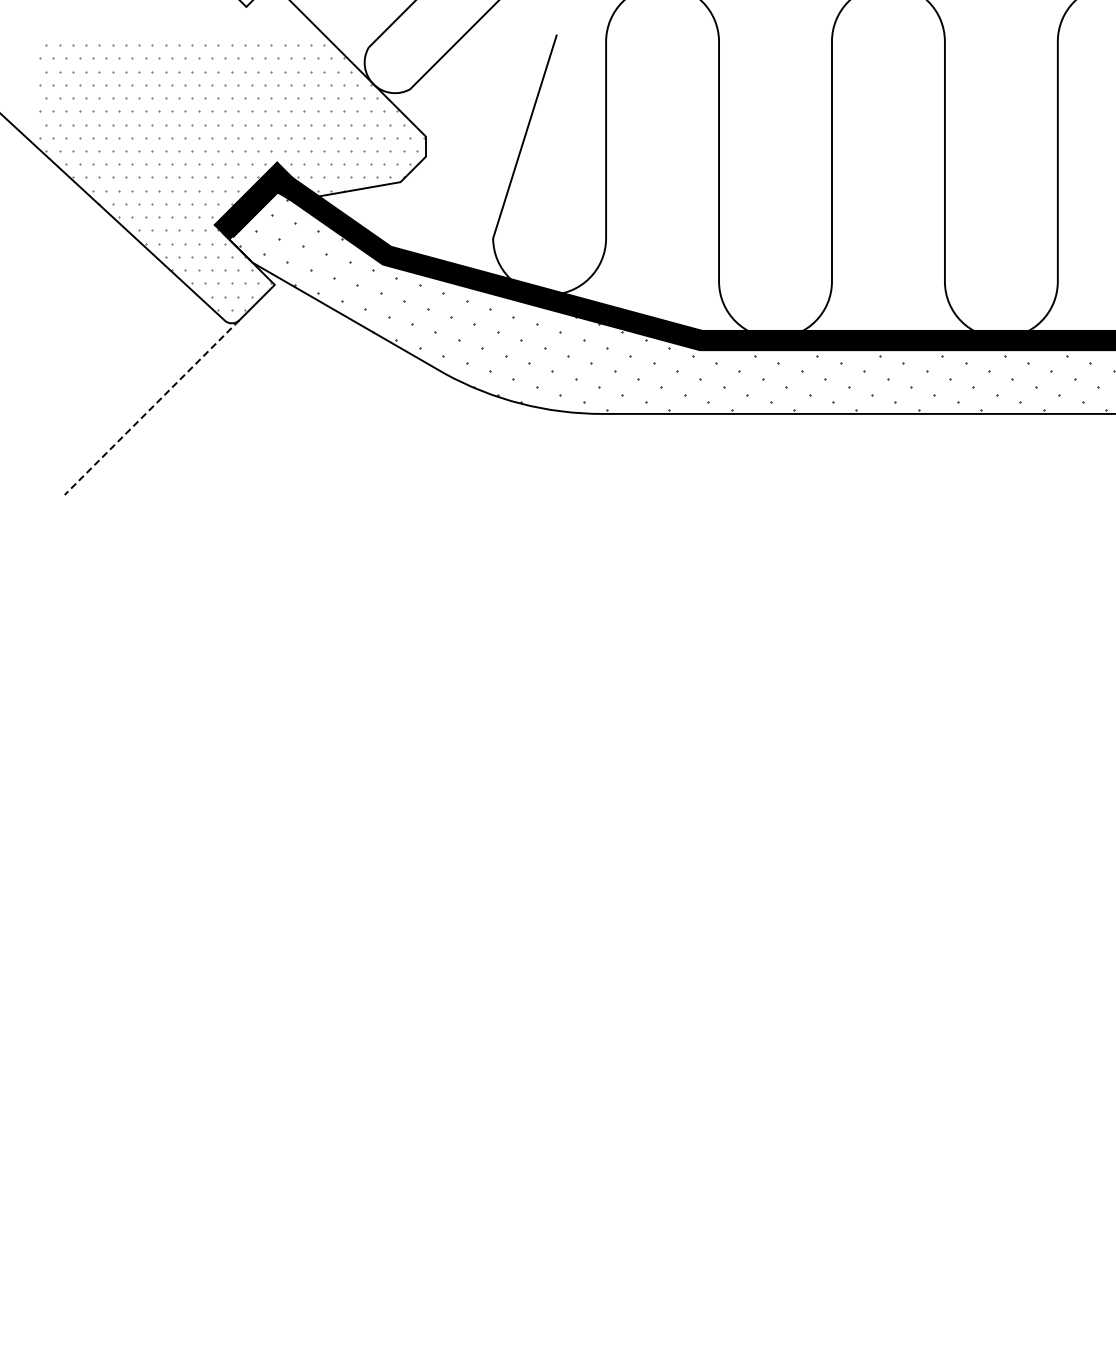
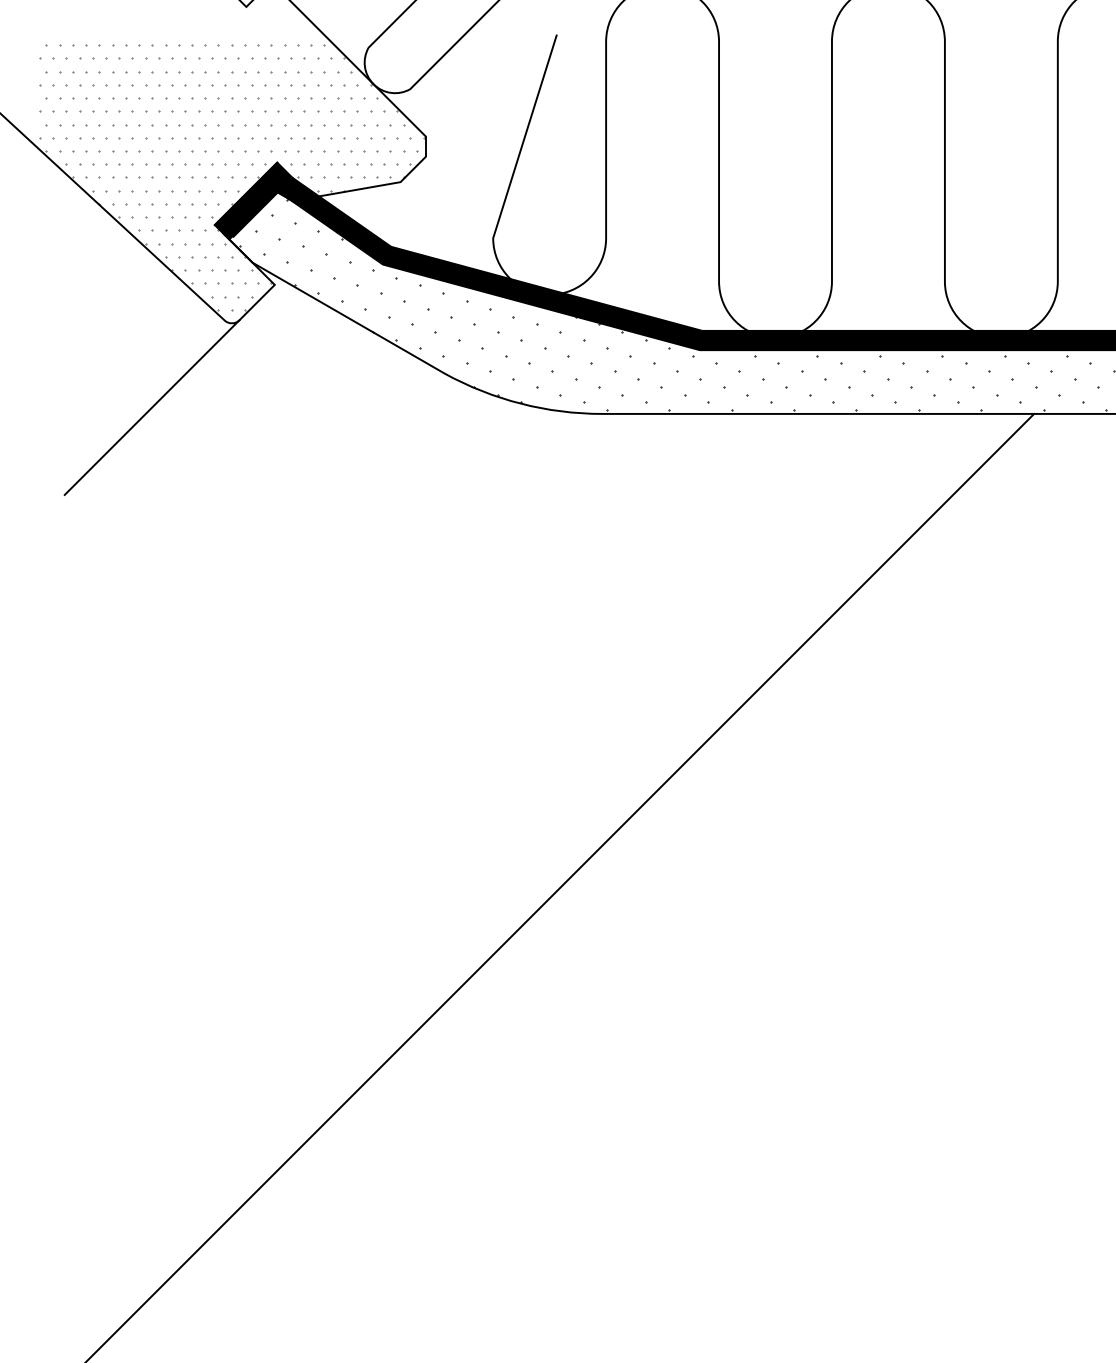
line at (152, 407): dashed -> solid
line at (561, 886): none -> present
